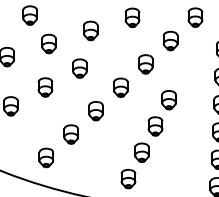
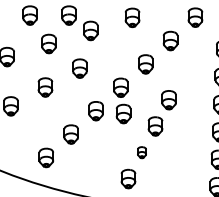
part at (68, 15): none -> present
part at (123, 113): none -> present
part at (141, 152) size: 16x21 px -> 10x14 px
